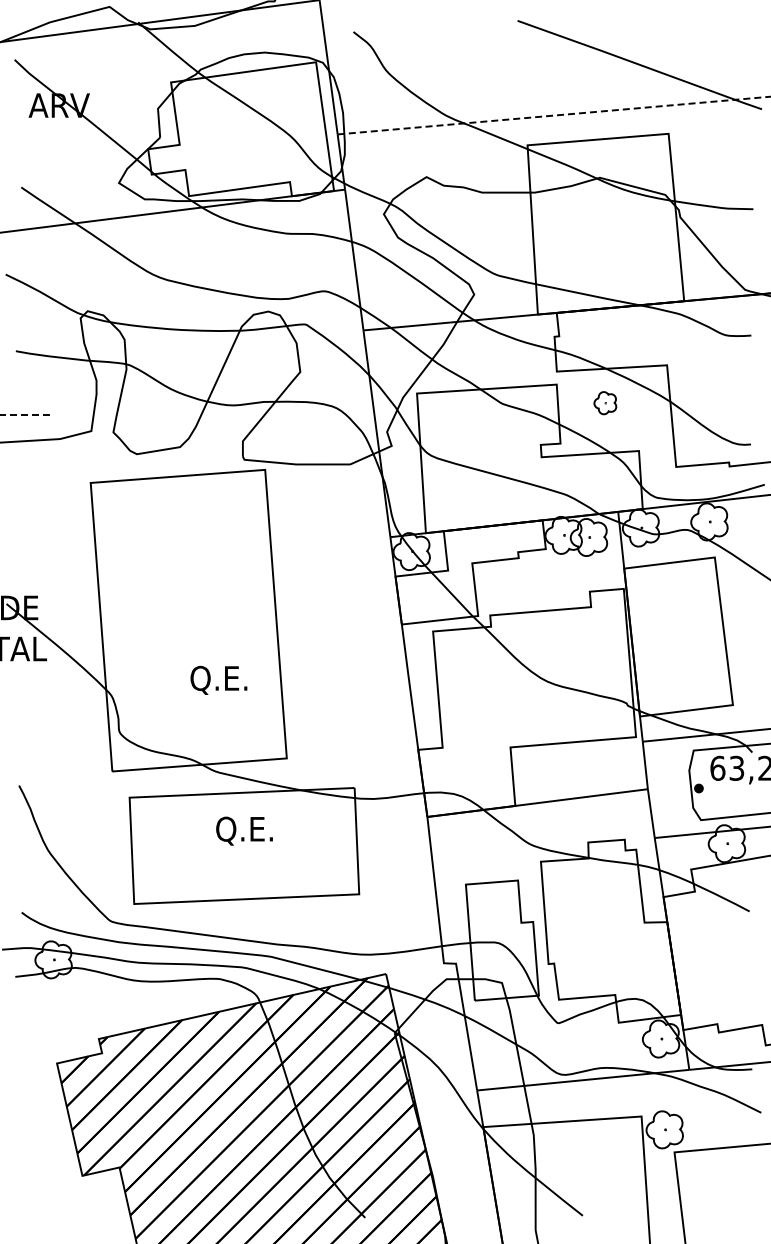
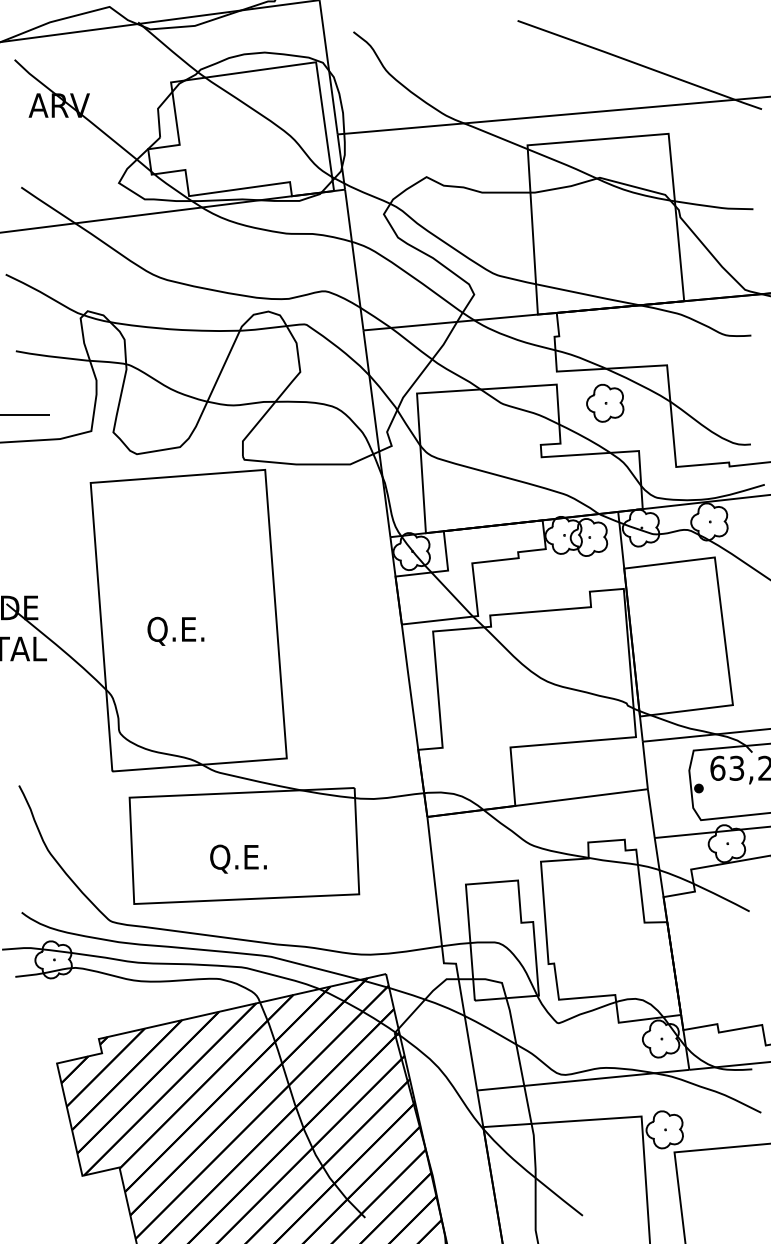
line at (553, 115): dashed -> solid
part at (605, 403) size: 25x25 px -> 39x40 px
line at (25, 414): dashed -> solid
text at (218, 679) position: (218, 679) -> (175, 630)
text at (244, 830) position: (244, 830) -> (238, 858)
